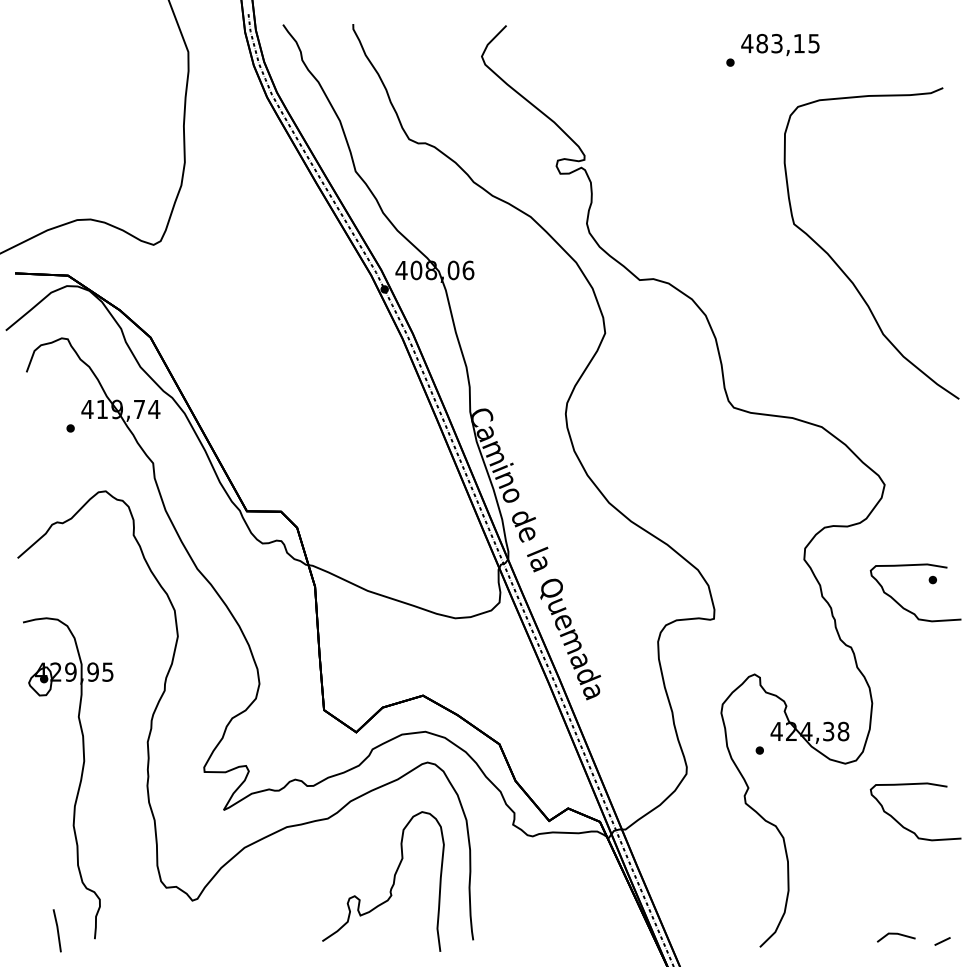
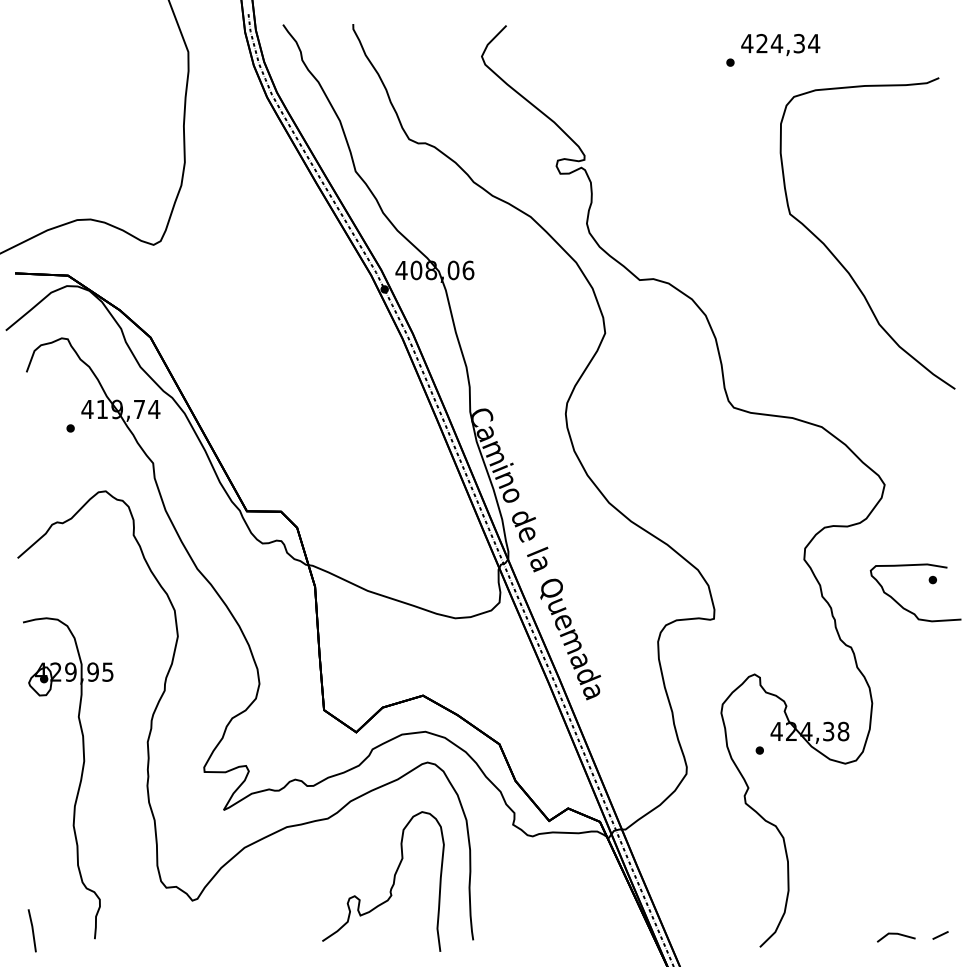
text at (788, 43): 483,15 -> 424,34
curve at (843, 270) position: (843, 270) -> (839, 260)
curve at (906, 827): present -> none
line at (56, 929) position: (56, 929) -> (31, 929)
line at (942, 941) position: (942, 941) -> (940, 935)
